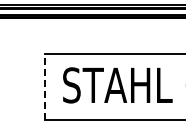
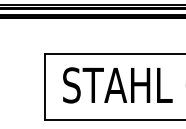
line at (44, 87): dashed -> solid
